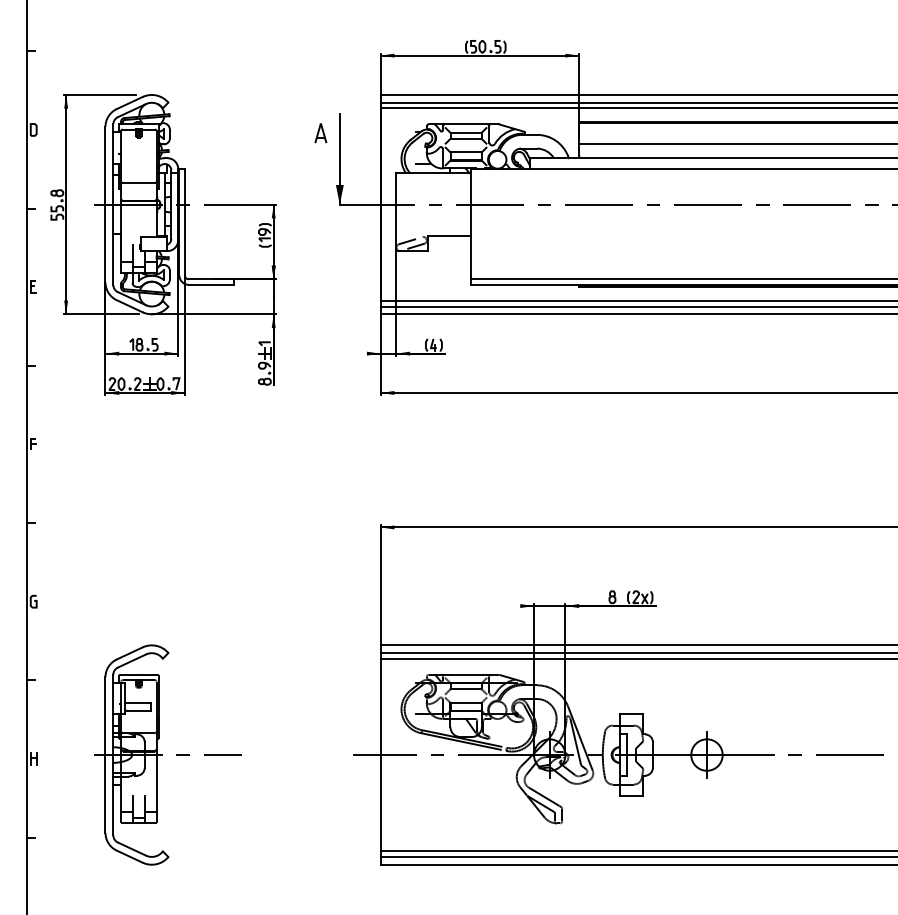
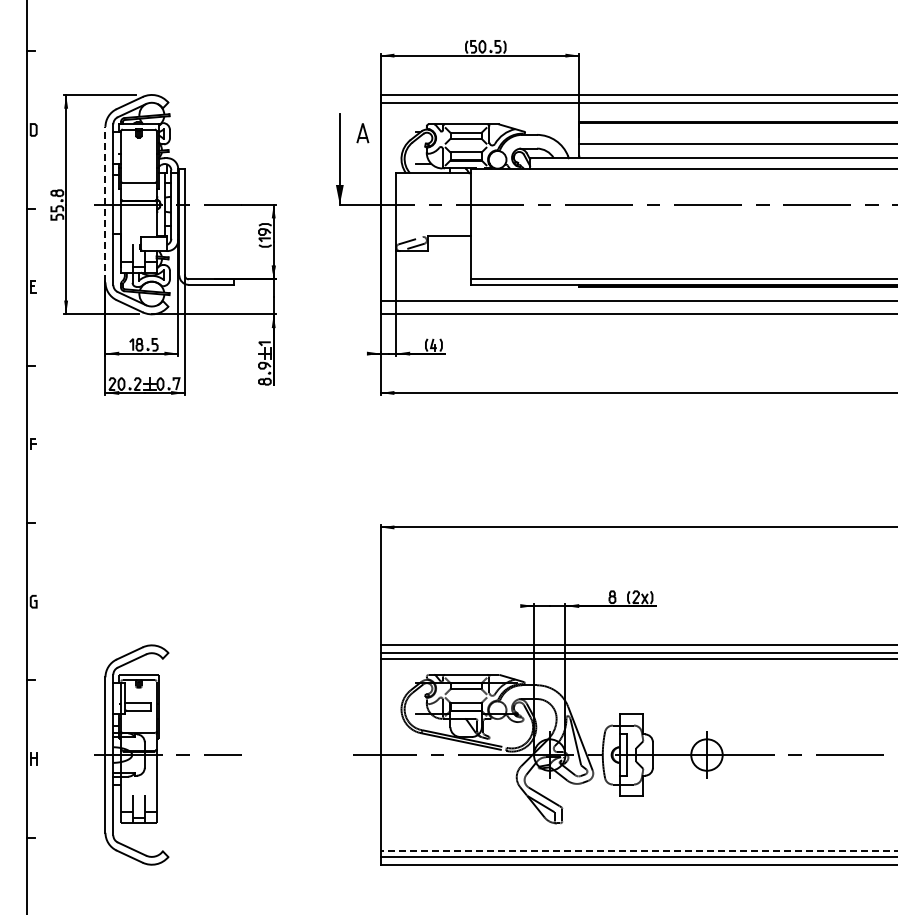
line at (637, 108): present -> none
part at (320, 133) position: (320, 133) -> (362, 133)
line at (105, 204): solid -> dashed
line at (637, 306): present -> none
line at (638, 851): solid -> dashed
